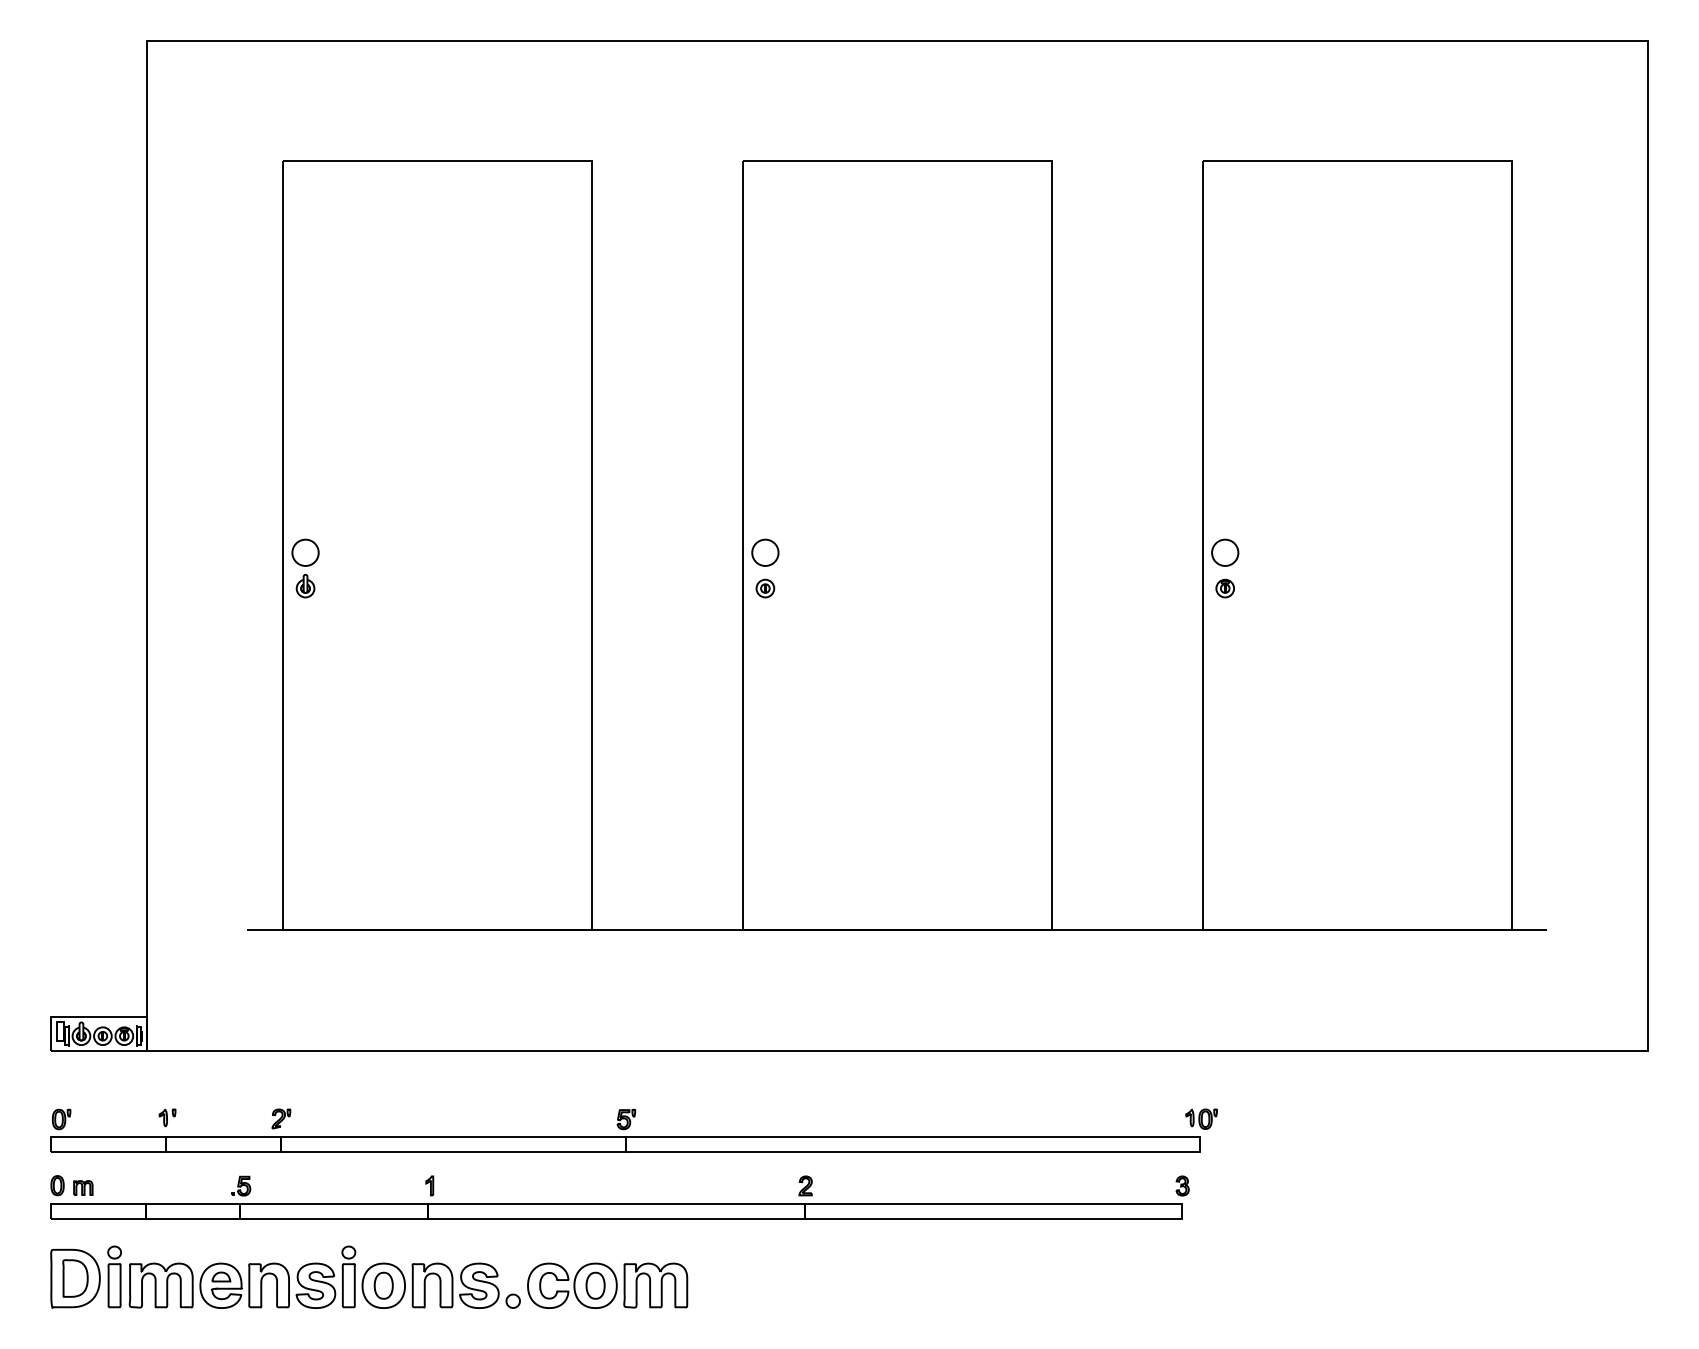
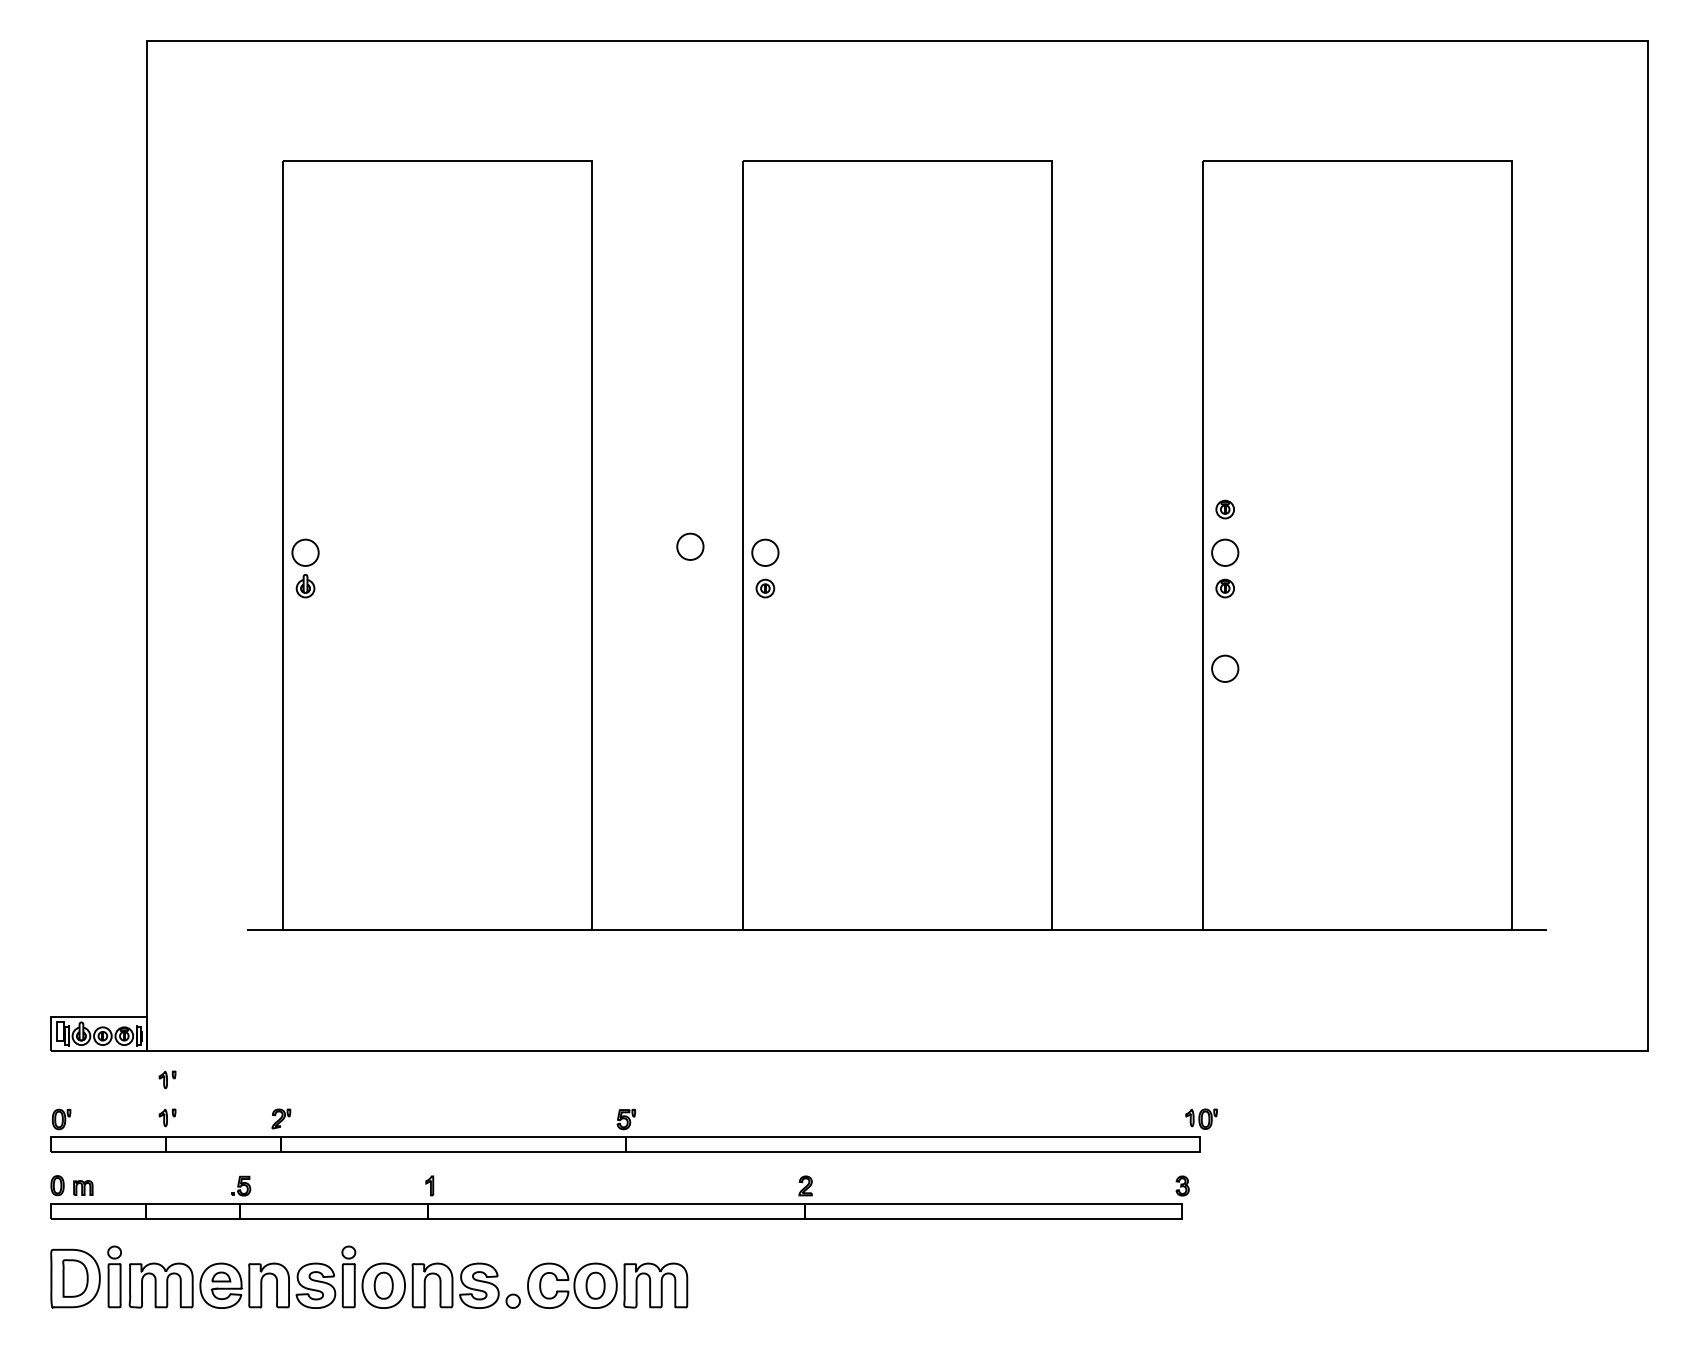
part at (1224, 509): none -> present
circle at (690, 546): none -> present
circle at (1225, 668): none -> present
part at (167, 1079): none -> present
